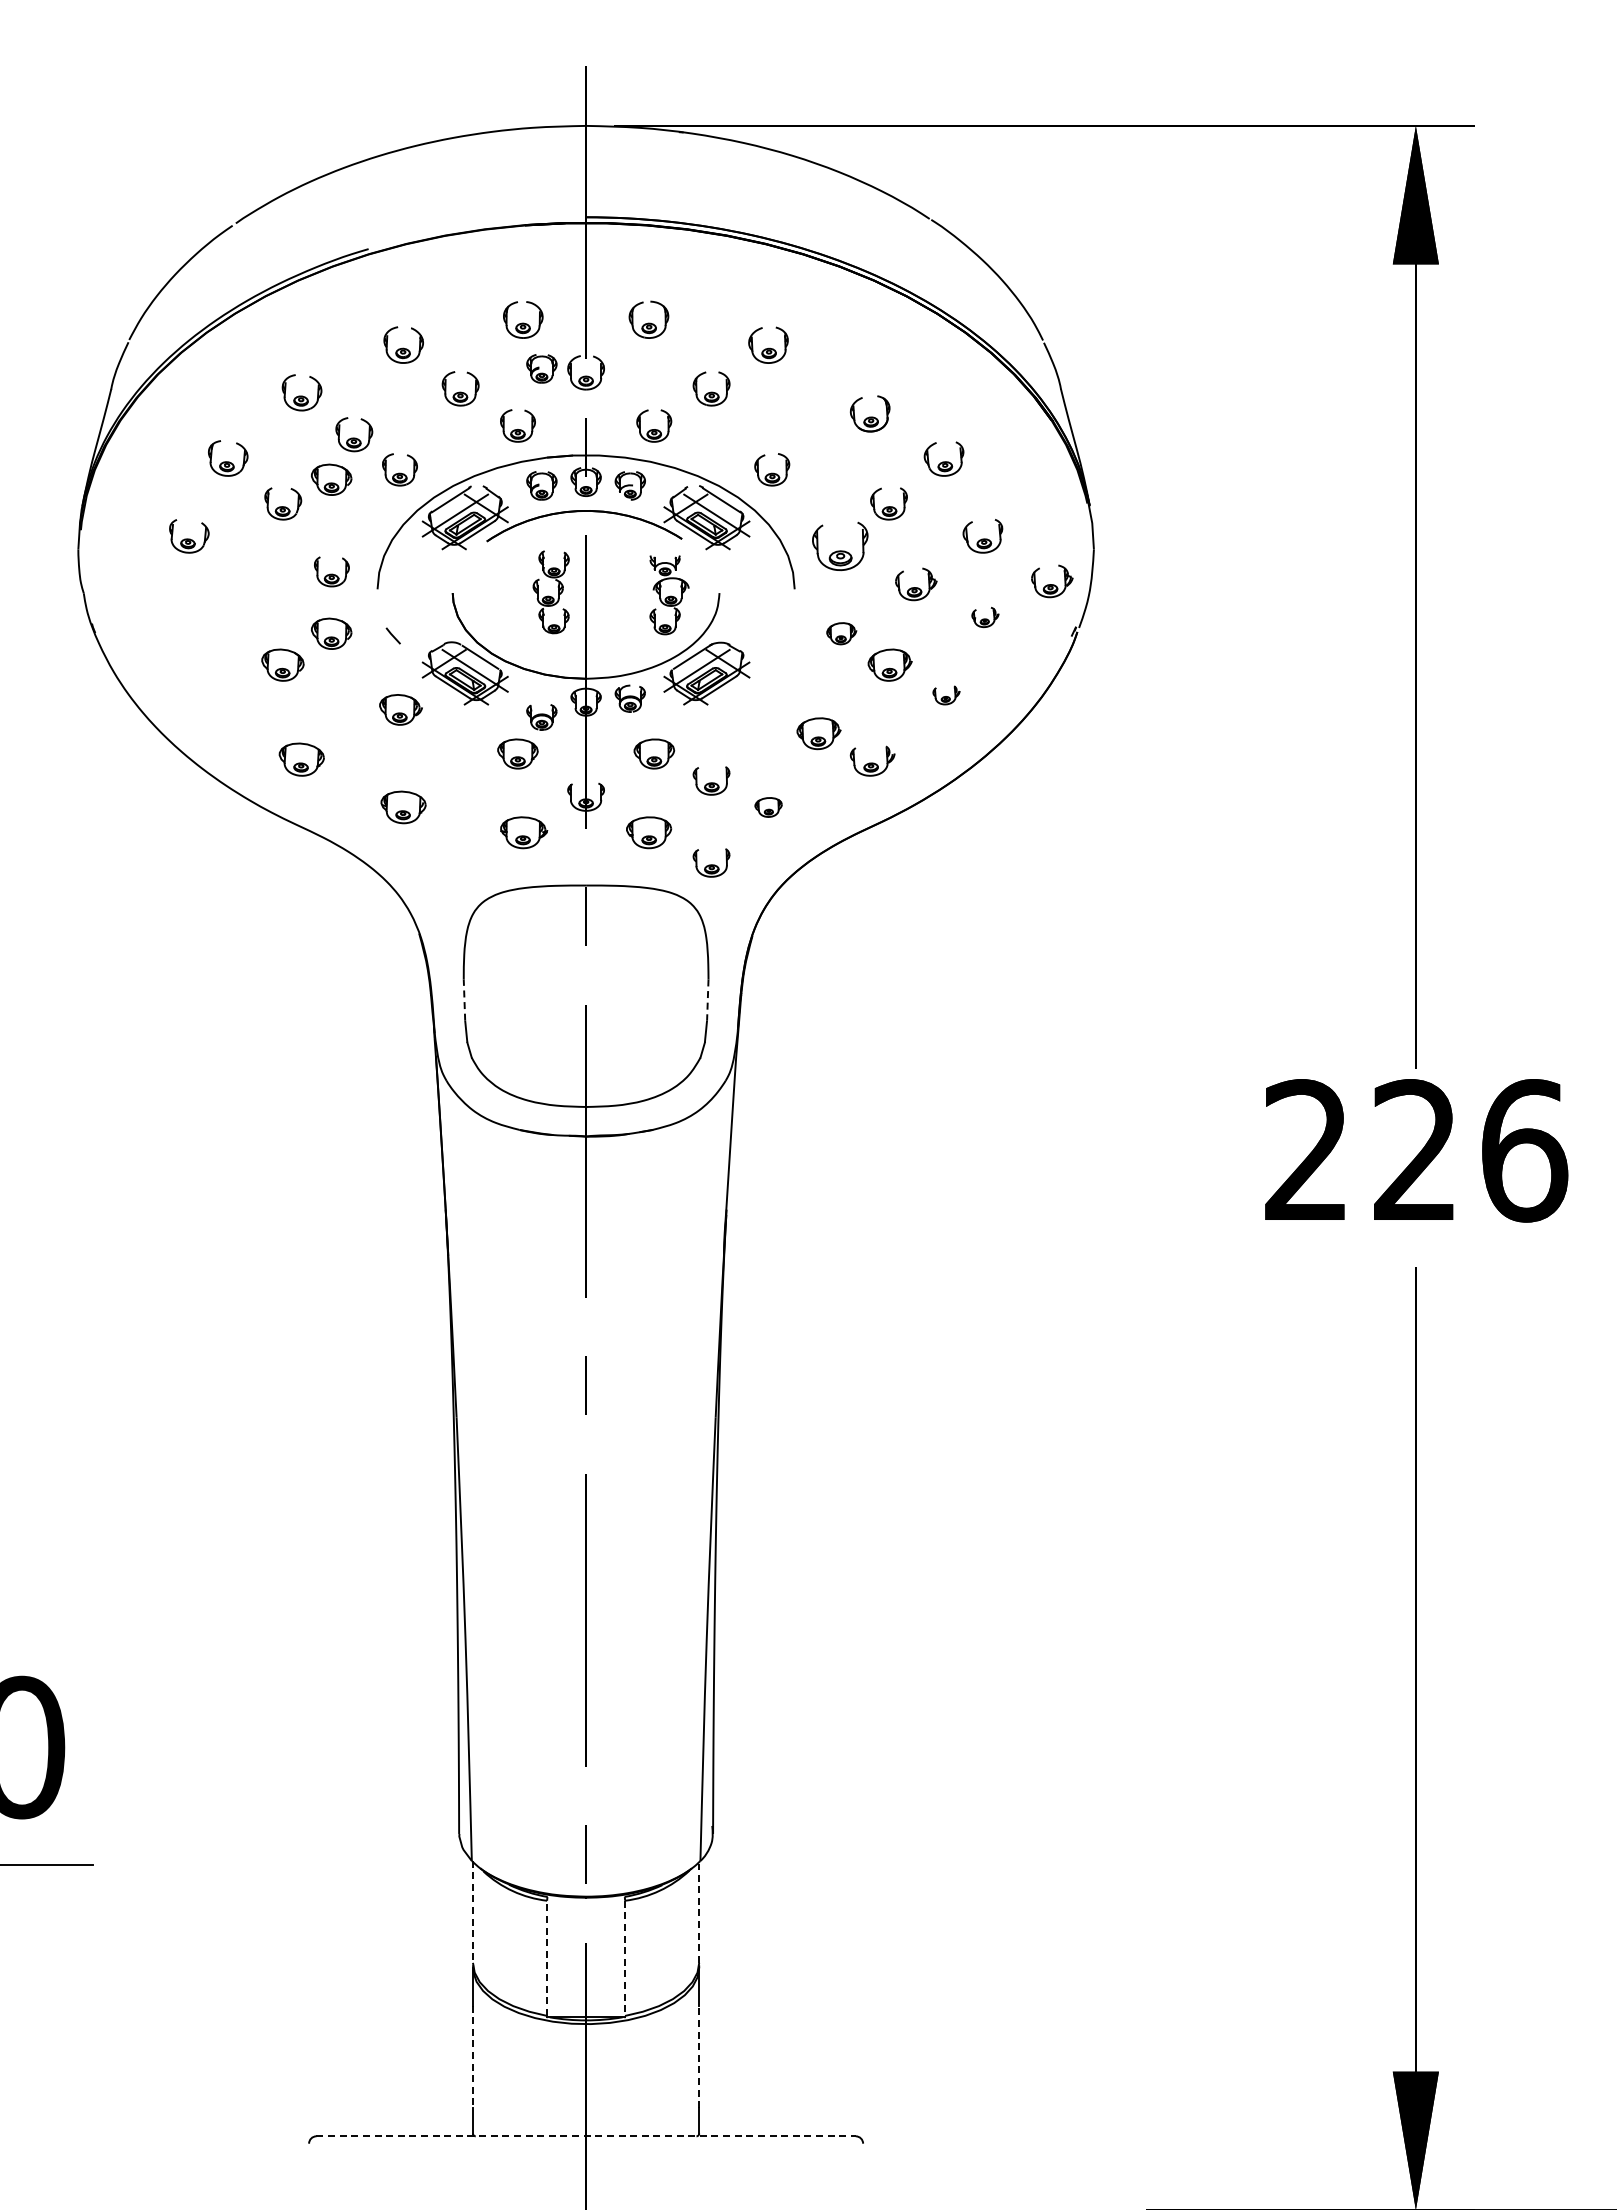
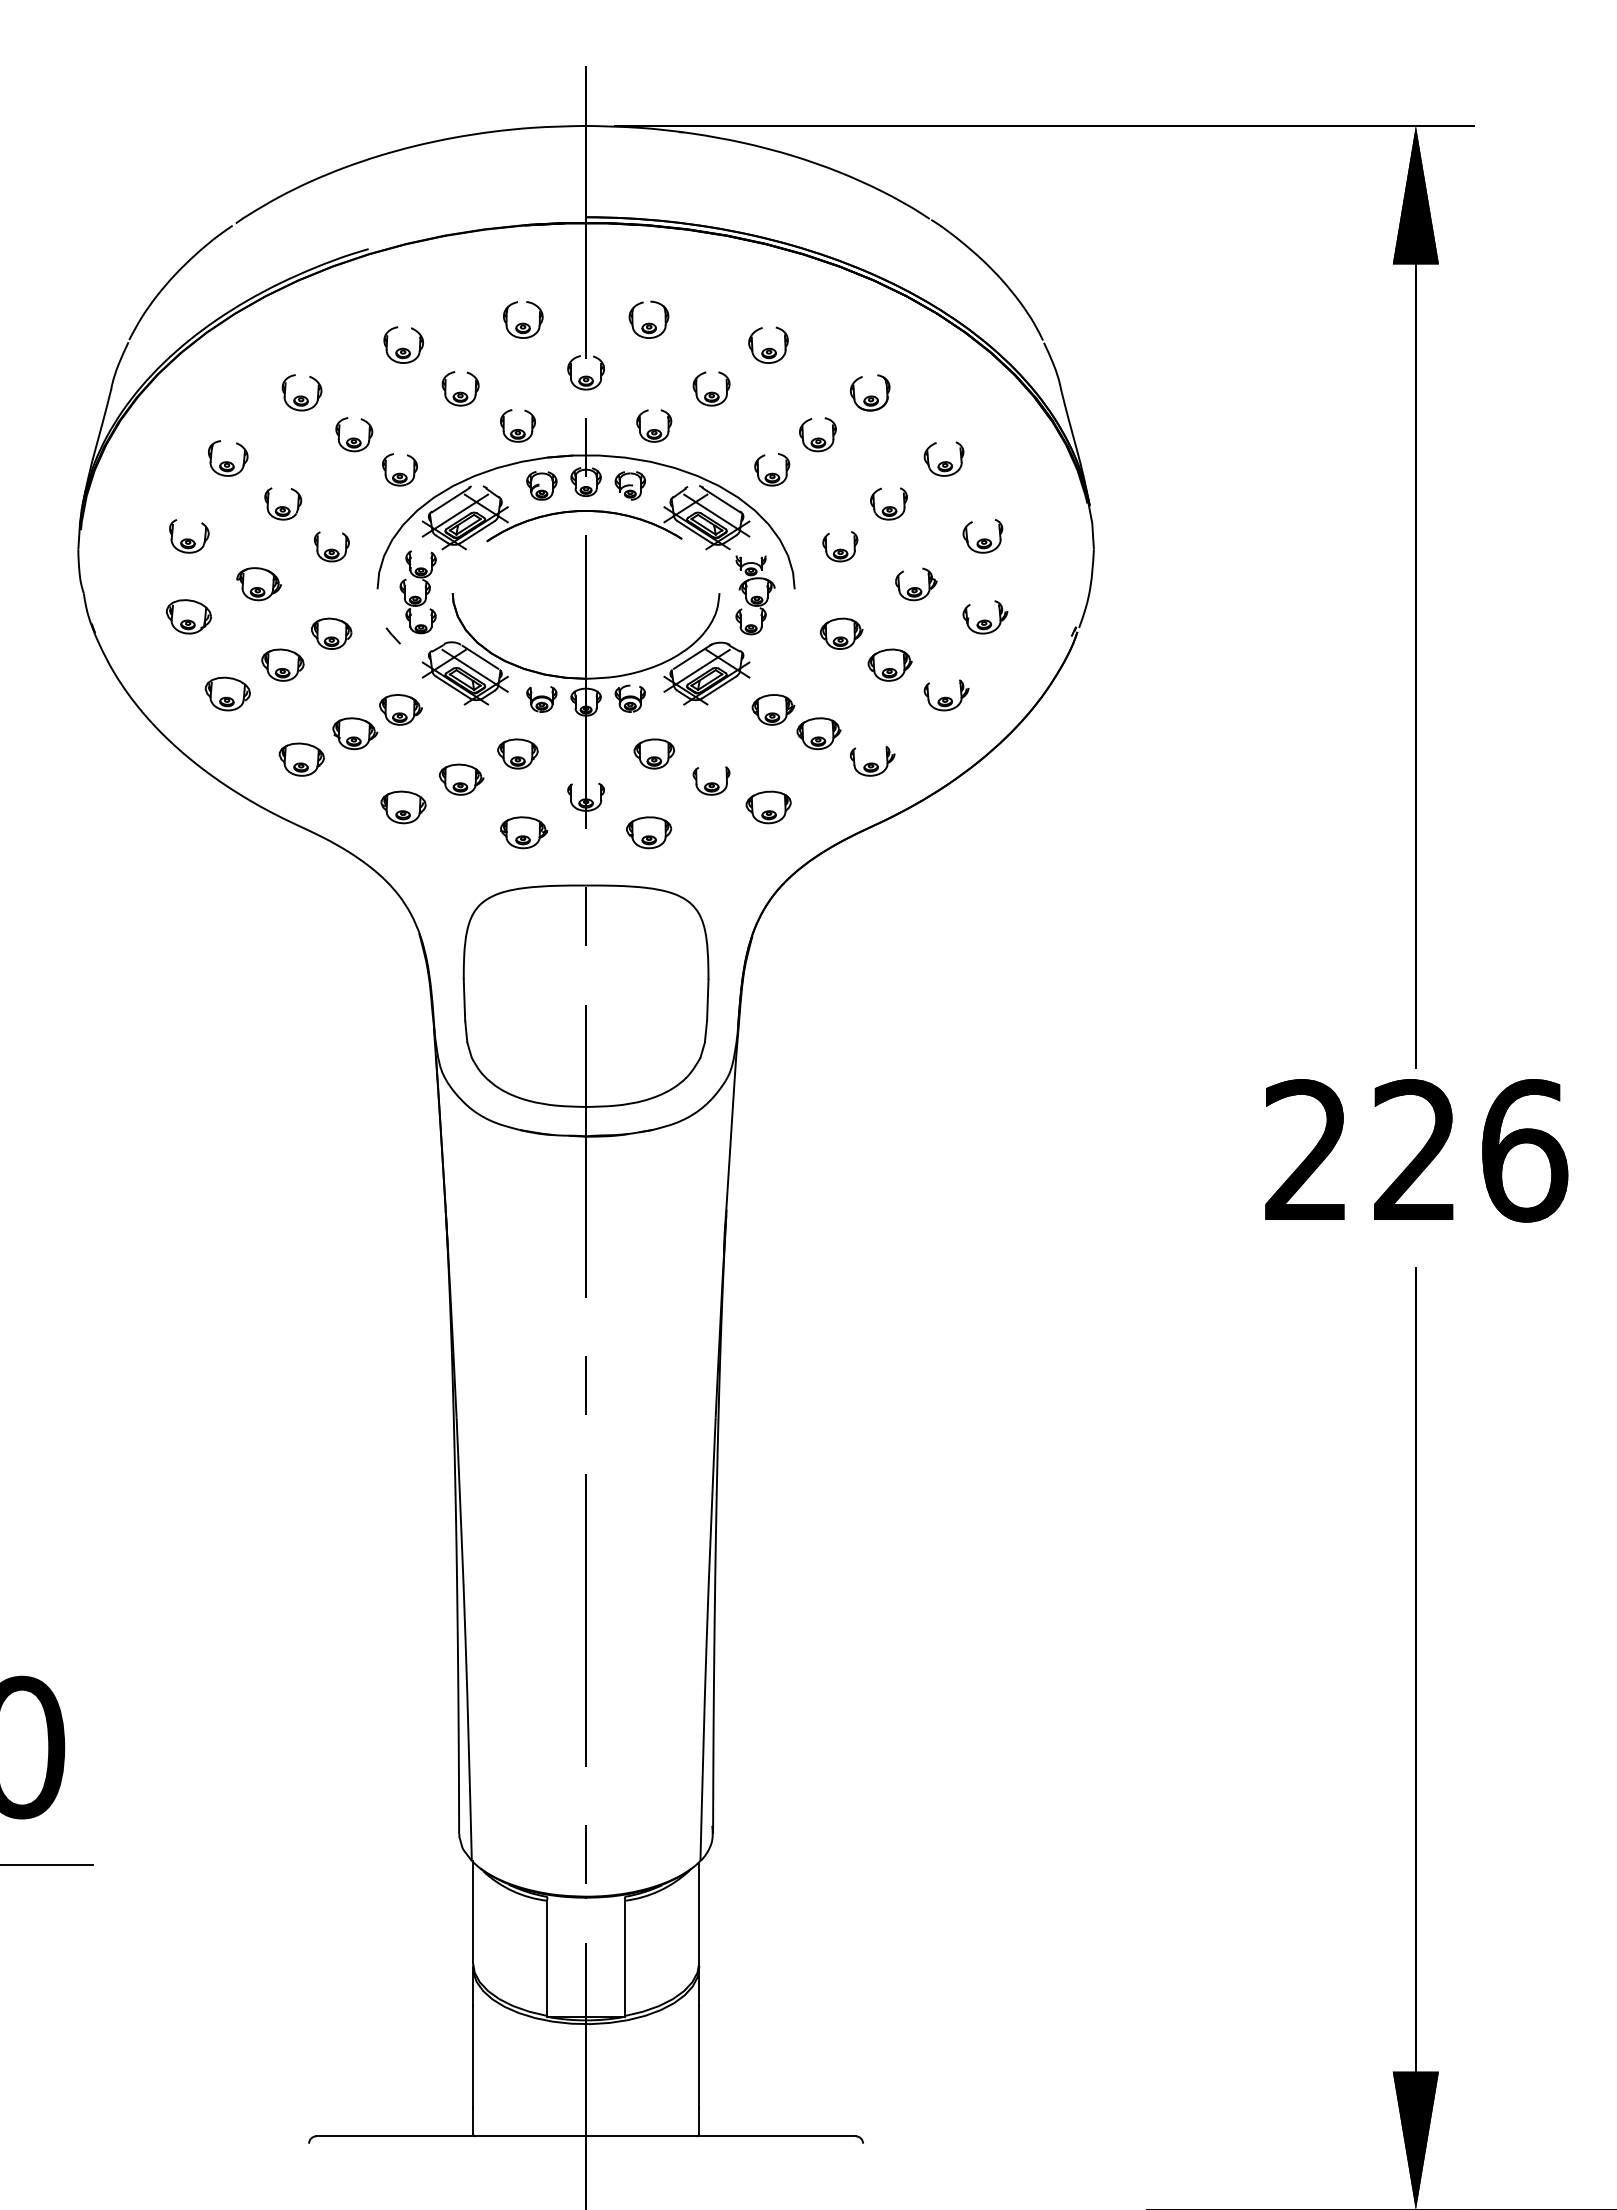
part at (541, 368): present -> none
part at (869, 413) position: (869, 413) -> (869, 392)
part at (817, 434): none -> present
part at (331, 479): present -> none
part at (840, 546) size: 57x51 px -> 37x32 px
part at (331, 571) position: (331, 571) -> (331, 546)
part at (1052, 581): present -> none
part at (258, 584): none -> present
part at (550, 592) position: (550, 592) -> (417, 592)
part at (669, 595) position: (669, 595) -> (755, 595)
part at (188, 616): none -> present
part at (985, 617) size: 29x22 px -> 47x35 px
part at (841, 633) size: 32x24 px -> 44x33 px
part at (227, 693): none -> present
part at (946, 695) size: 29x21 px -> 47x33 px
part at (773, 709): none -> present
part at (541, 717) position: (541, 717) -> (541, 699)
part at (355, 733): none -> present
part at (461, 779): none -> present
part at (768, 807) size: 29x21 px -> 47x35 px
part at (711, 862): present -> none
line at (464, 1000): dashed -> solid
line at (707, 1000): dashed -> solid
line at (472, 1912): dashed -> solid
line at (699, 1913): dashed -> solid
line at (547, 1958): dashed -> solid
line at (625, 1958): dashed -> solid
line at (699, 2056): dashed -> solid
line at (472, 2057): dashed -> solid
line at (586, 2136): dashed -> solid
